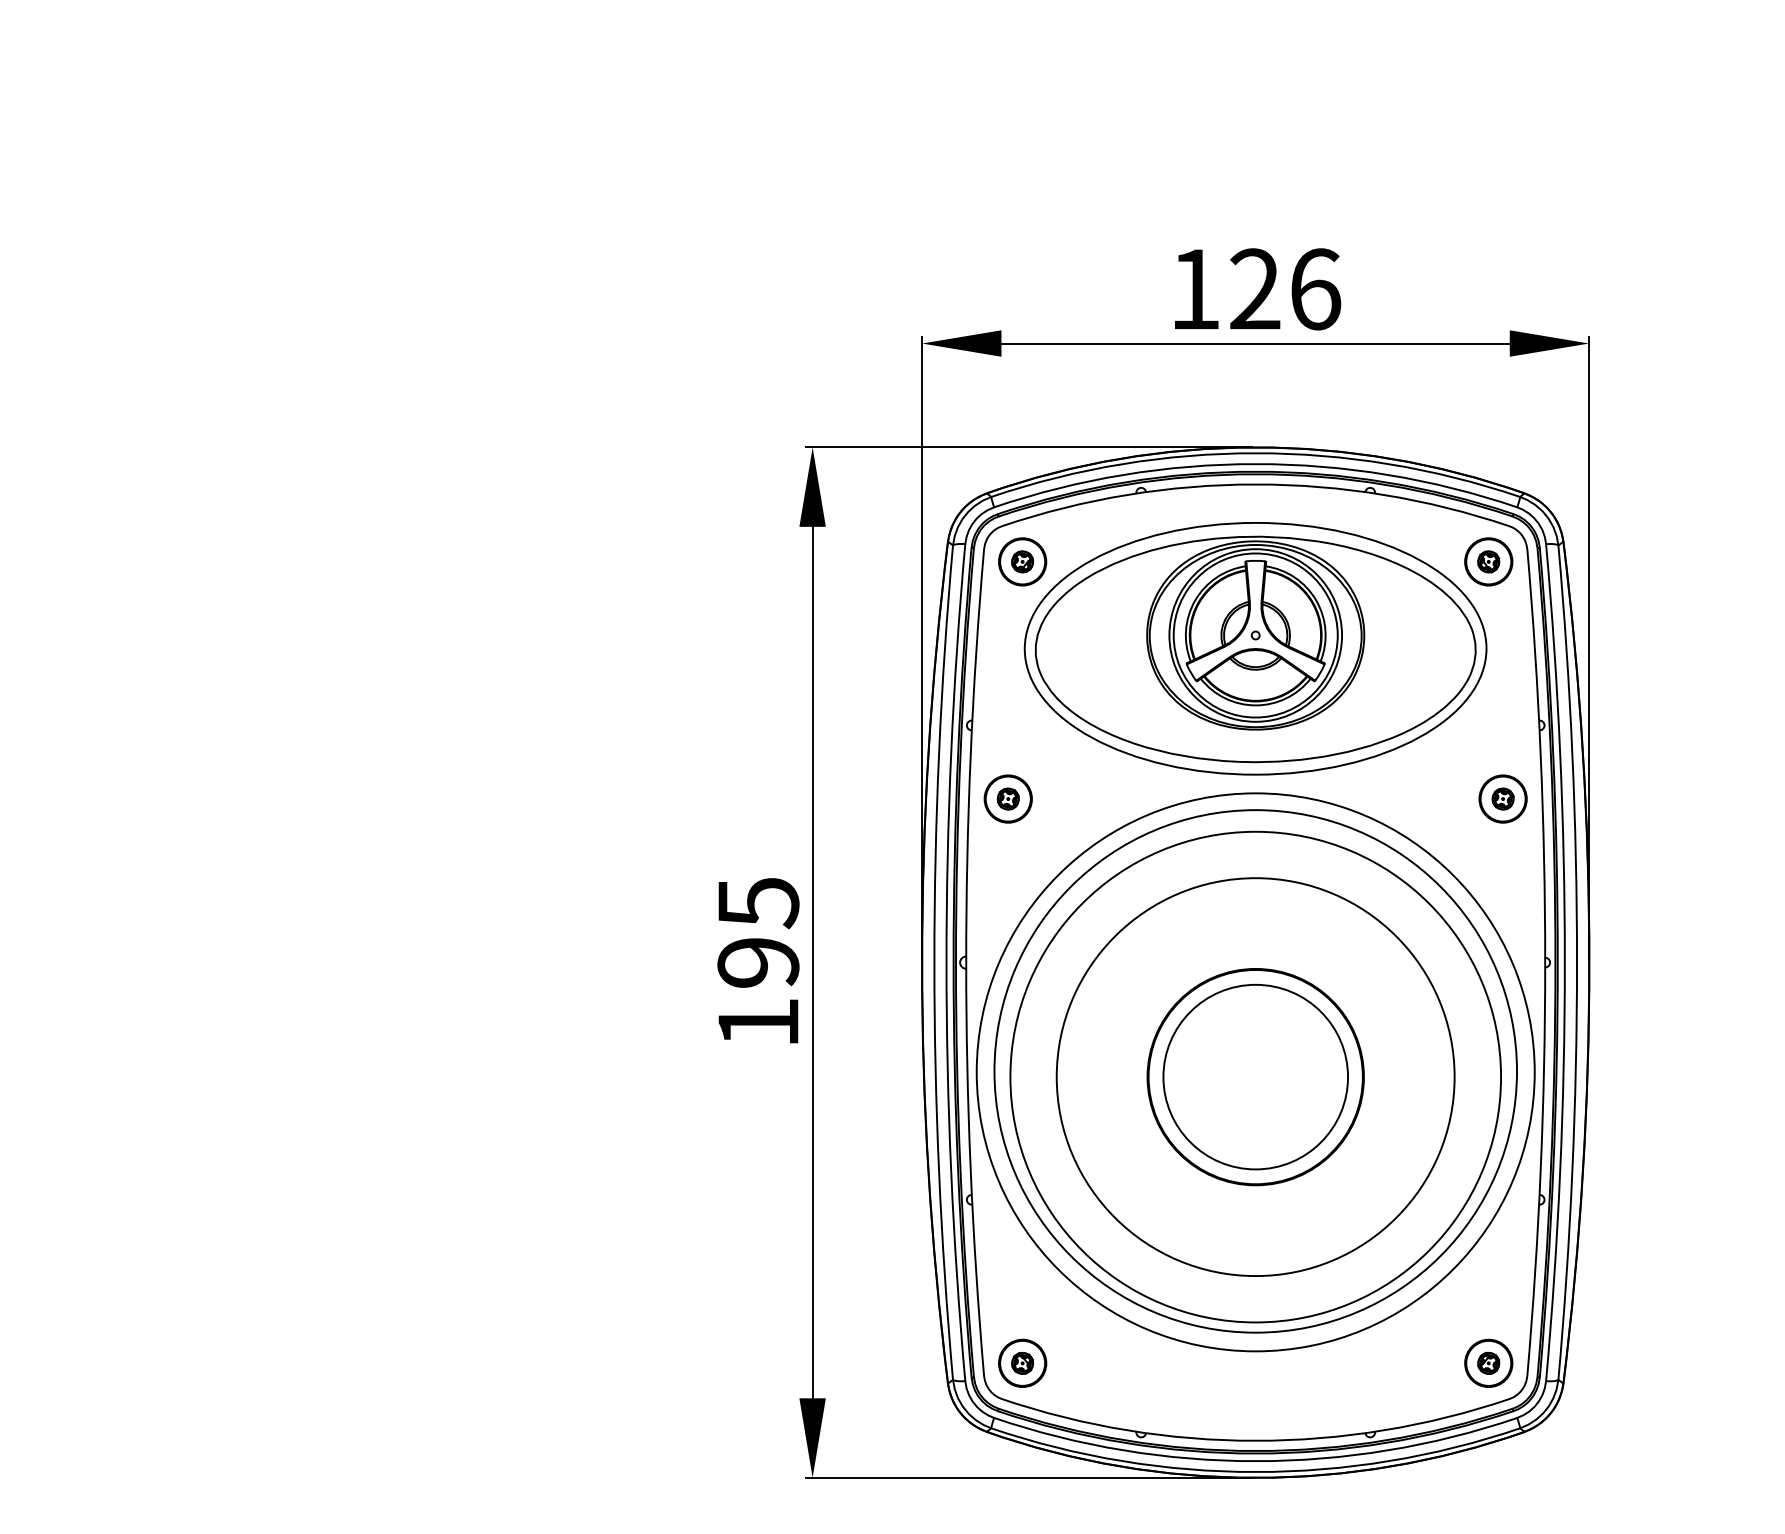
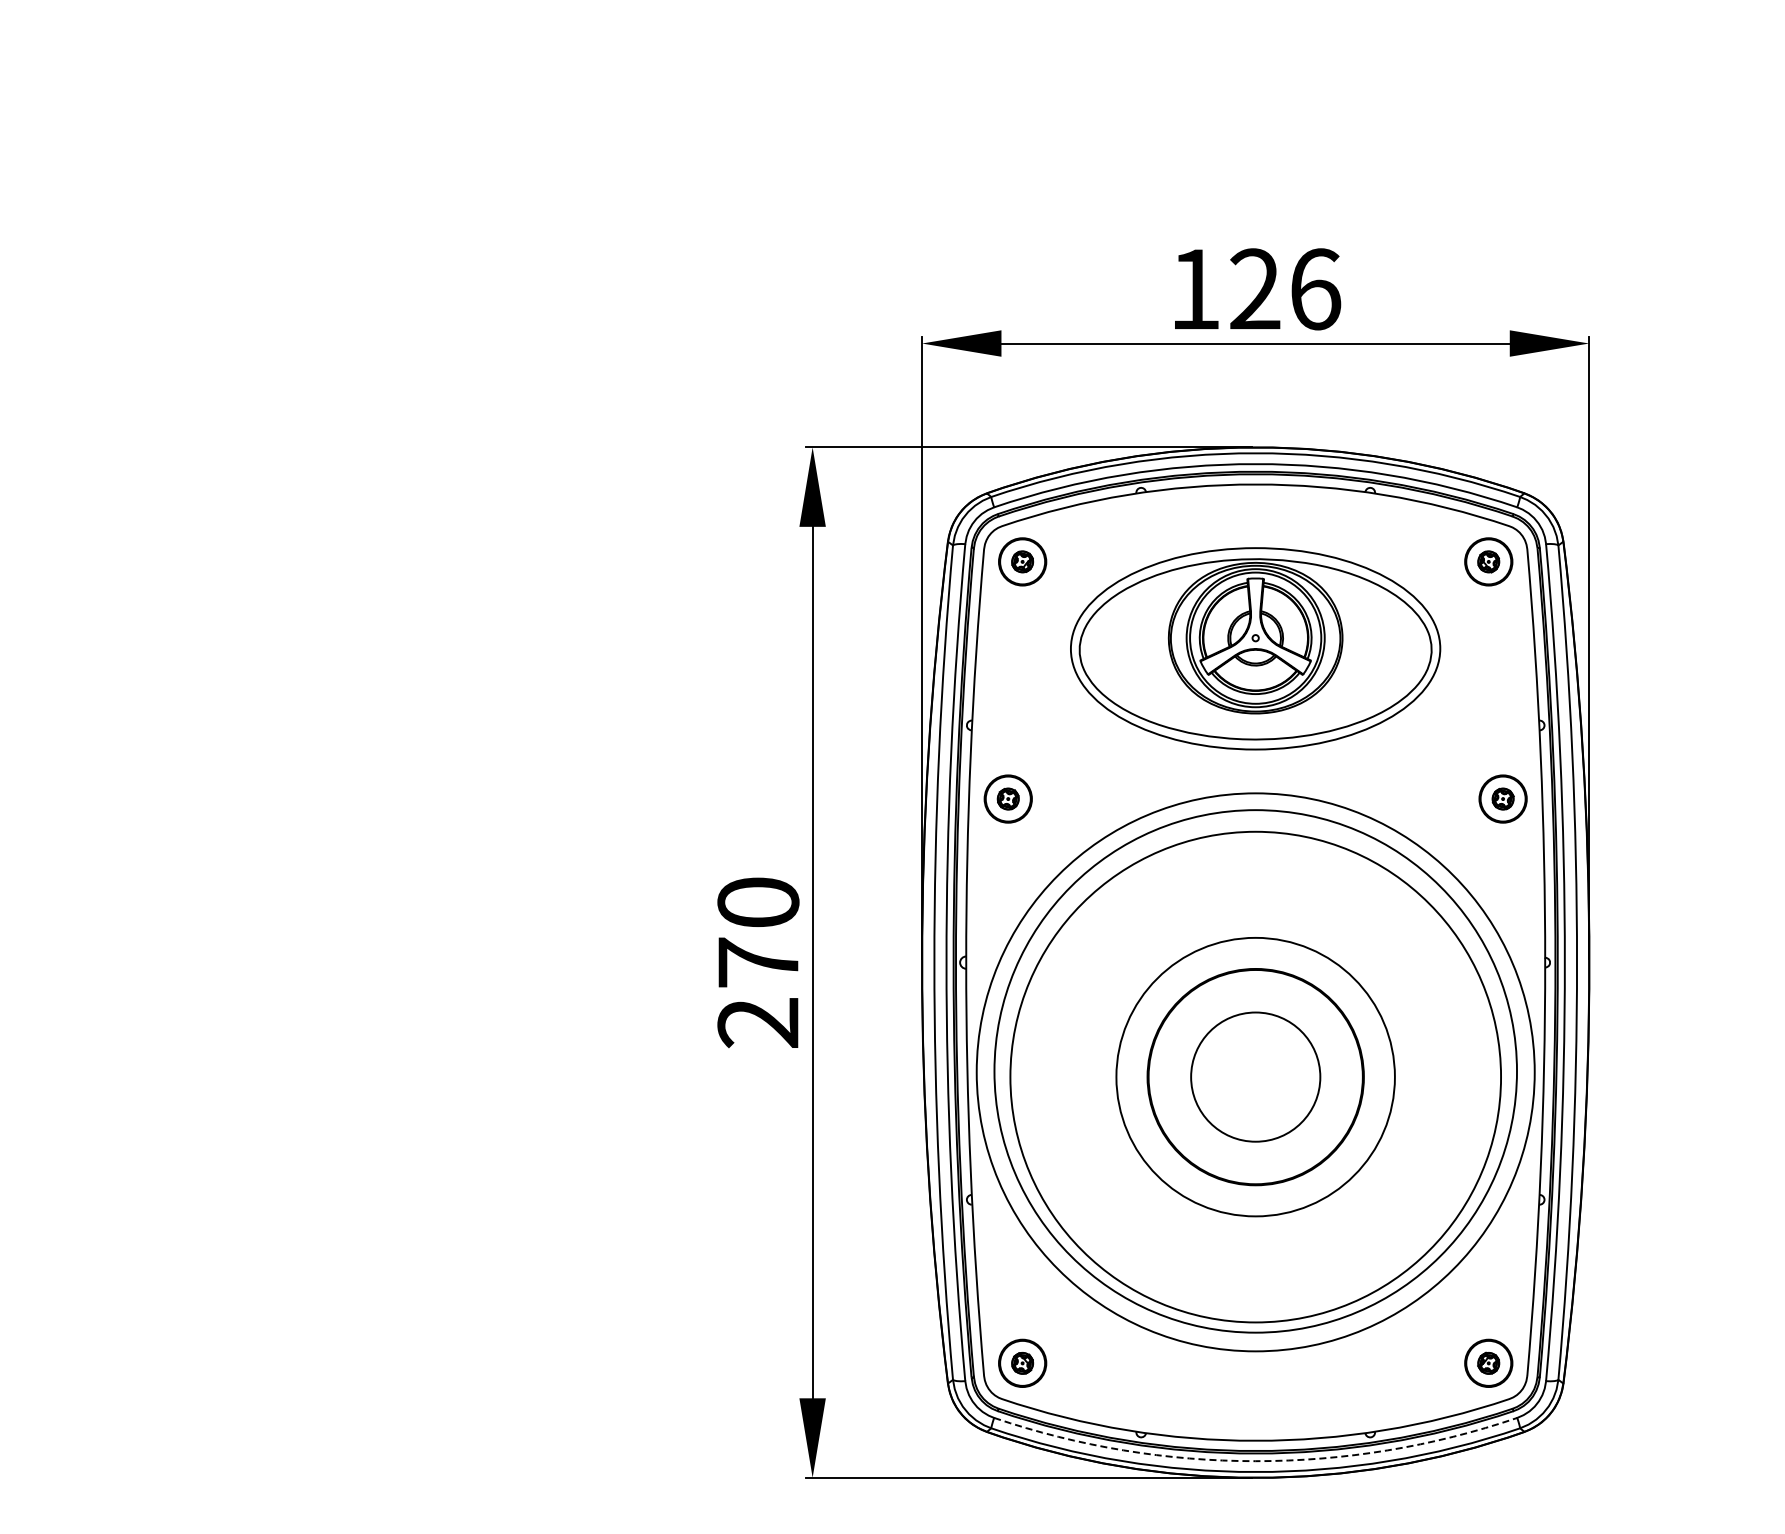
part at (1255, 648) size: 465x254 px -> 372x204 px
text at (758, 962): 195 -> 270
circle at (1255, 1076) diameter: 185 px -> 129 px
circle at (1255, 1077) diameter: 398 px -> 279 px
arc at (1255, 1461): solid -> dashed
